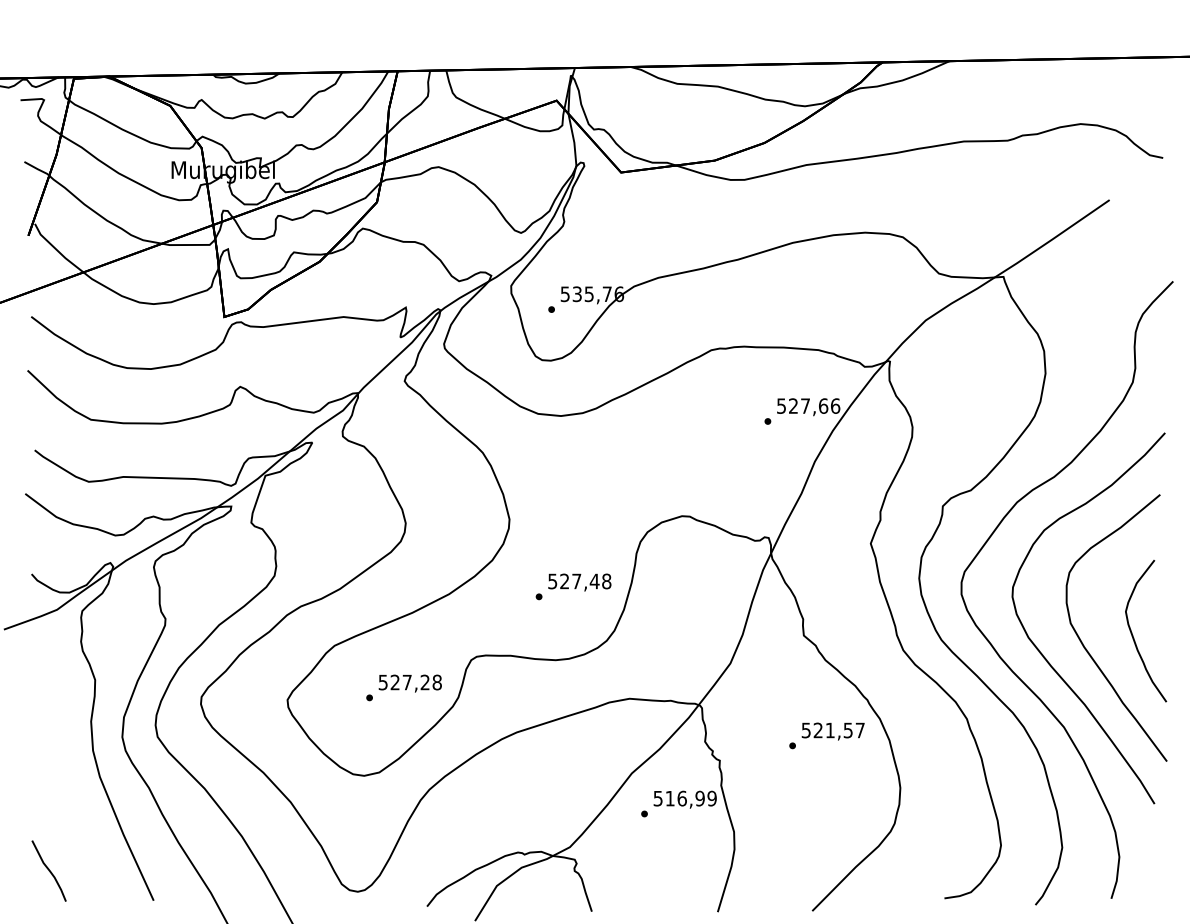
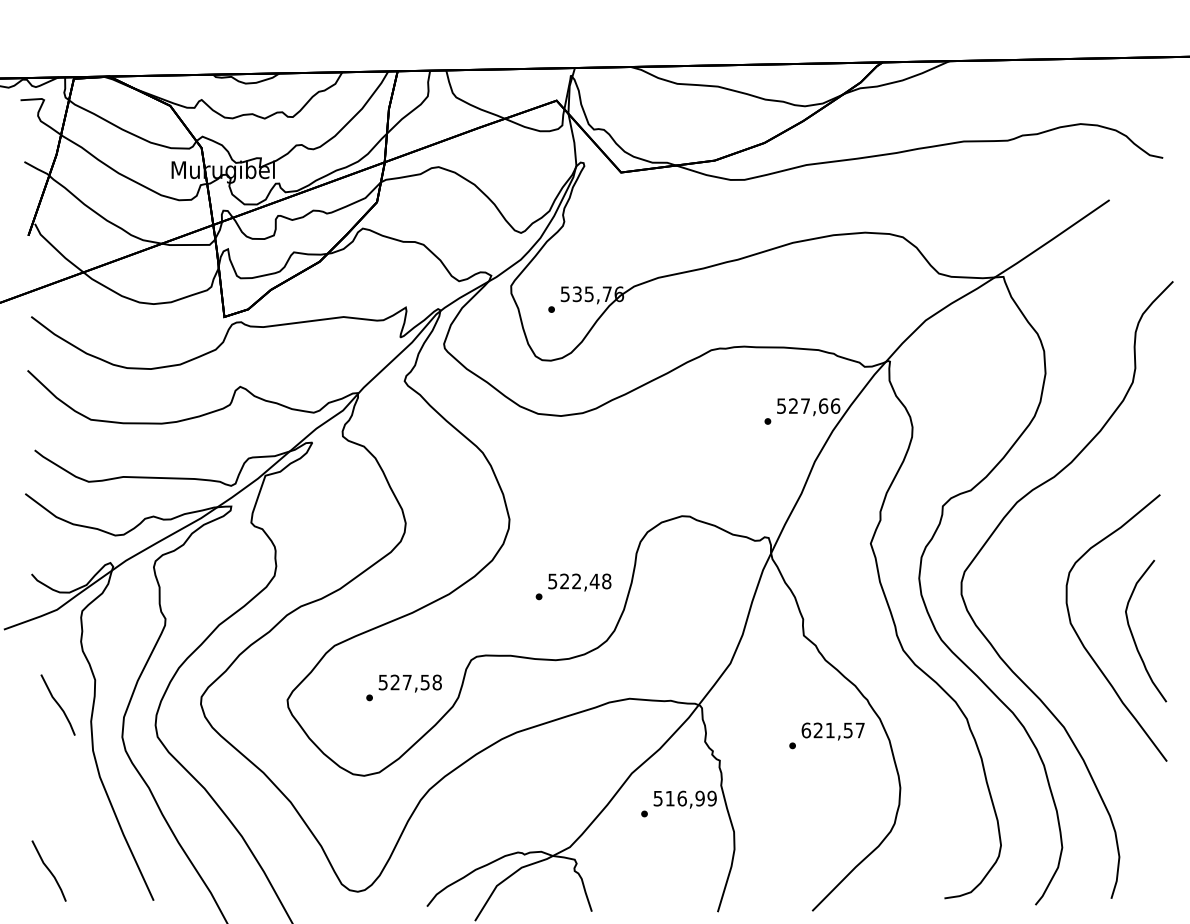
text at (576, 581): 527,48 -> 522,48
curve at (1043, 654): present -> none
text at (424, 682): 527,28 -> 527,58
curve at (57, 704): none -> present
text at (806, 730): 521,57 -> 621,57
